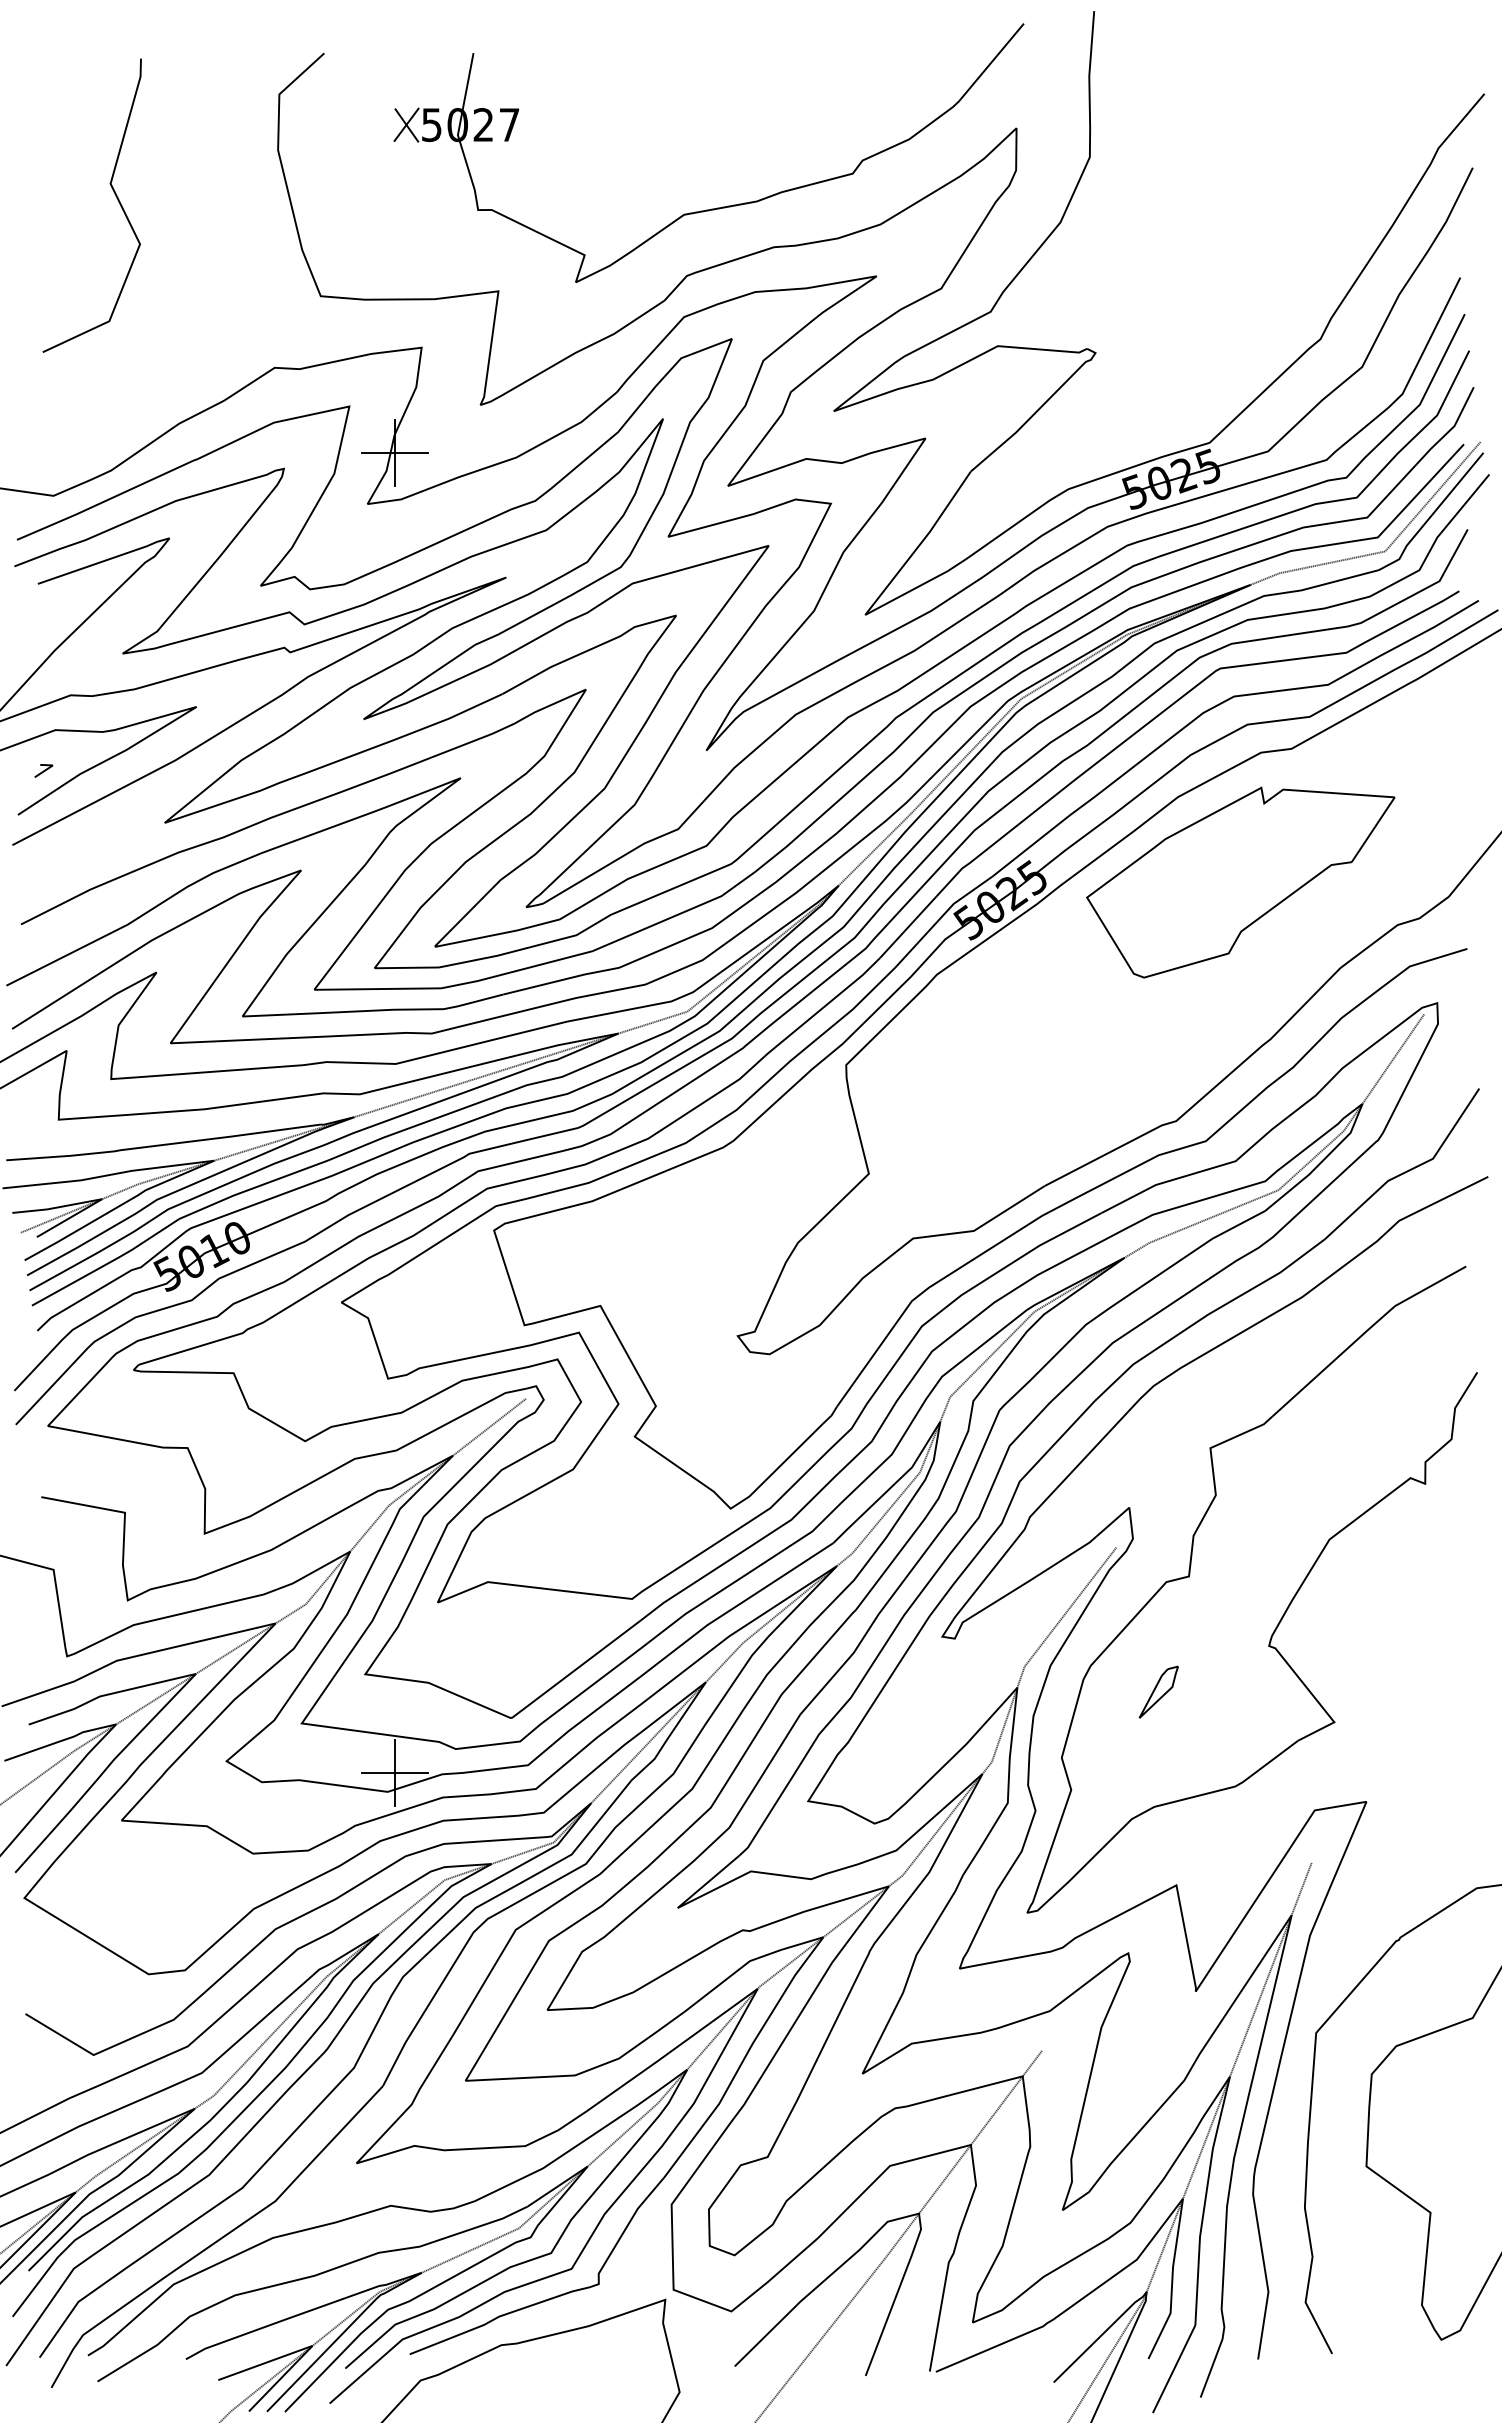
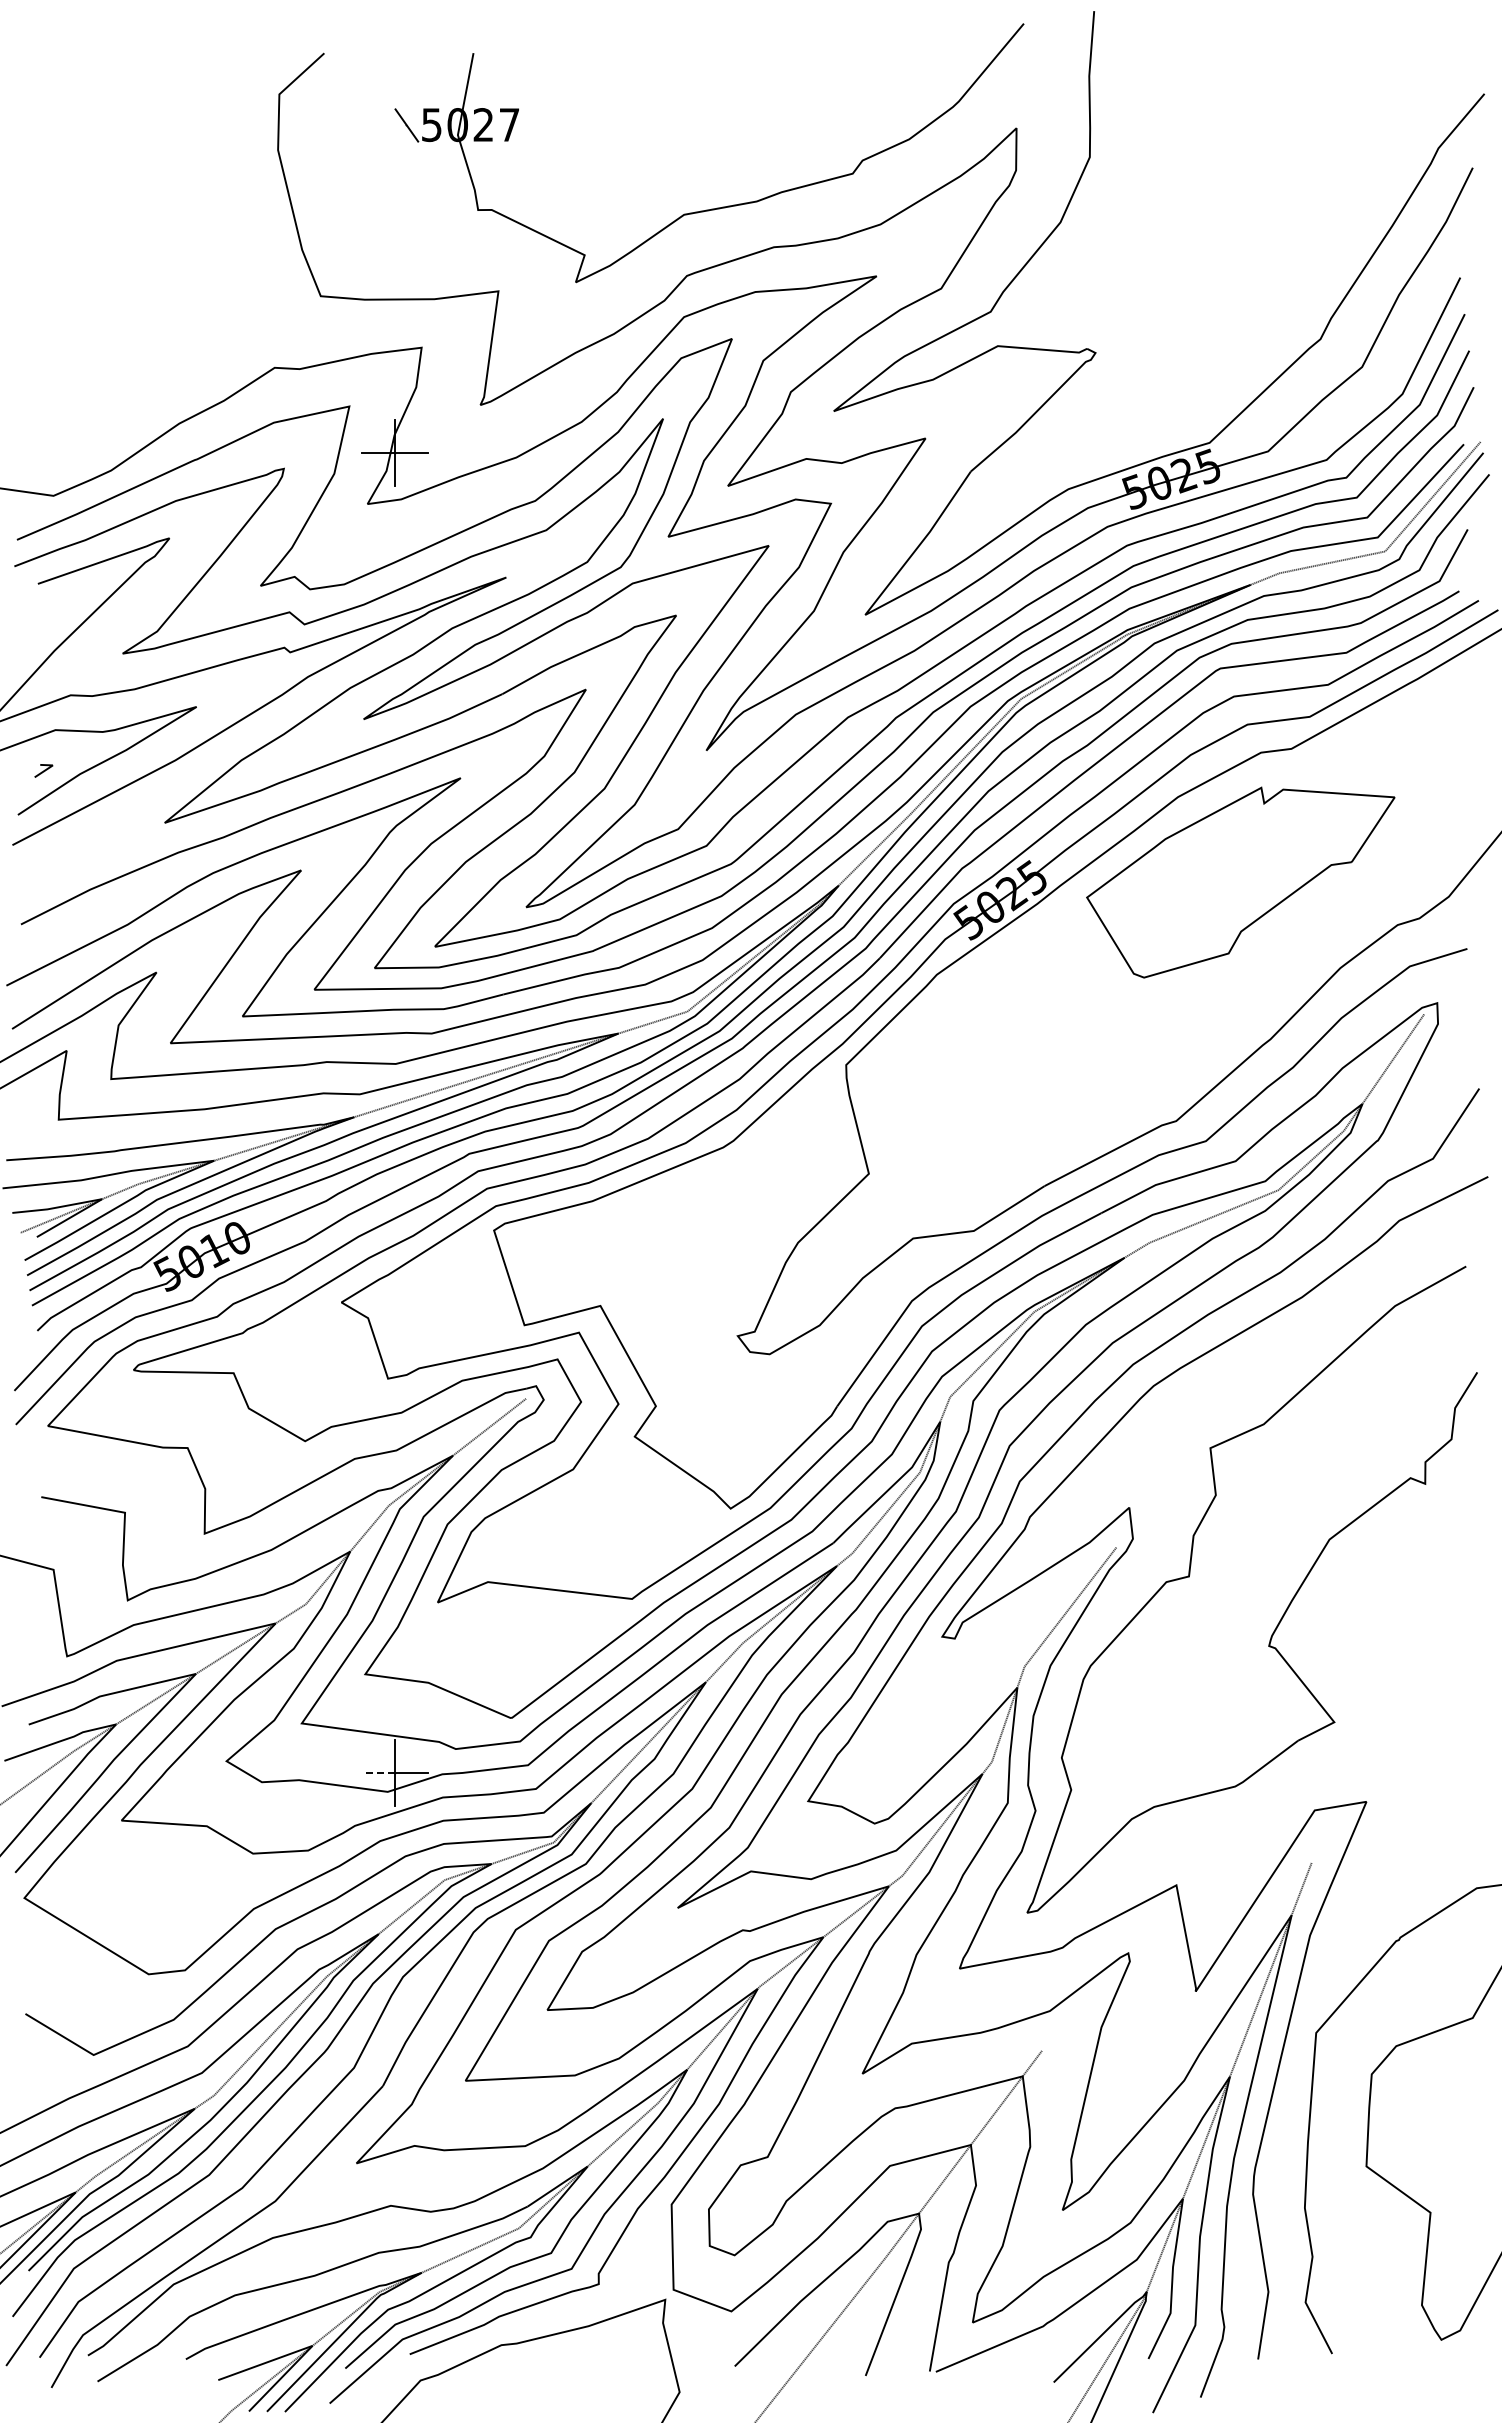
line at (406, 124): present -> none
curve at (114, 194): present -> none
part at (1158, 1691): present -> none
line at (377, 1772): solid -> dashed
